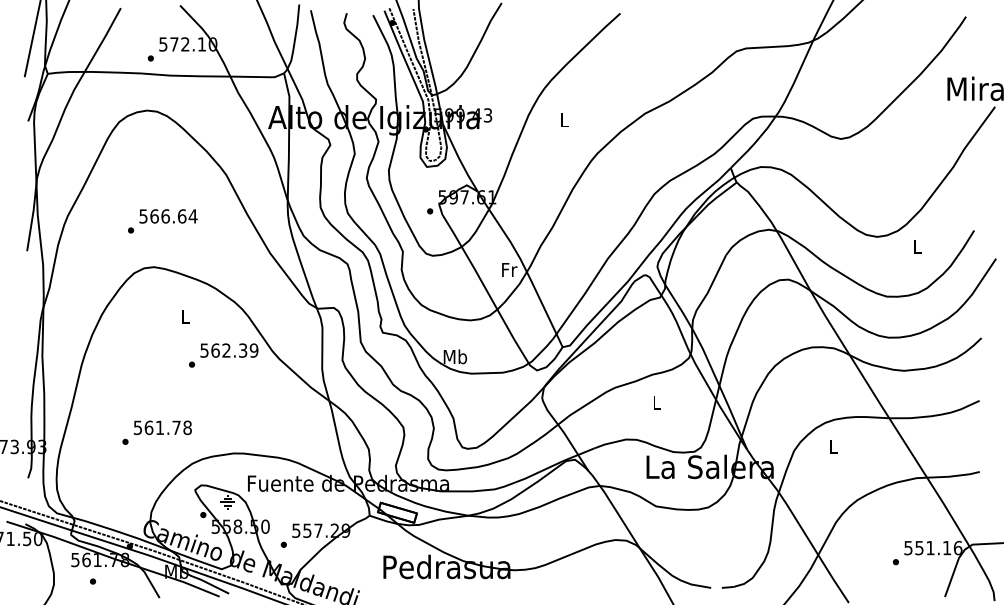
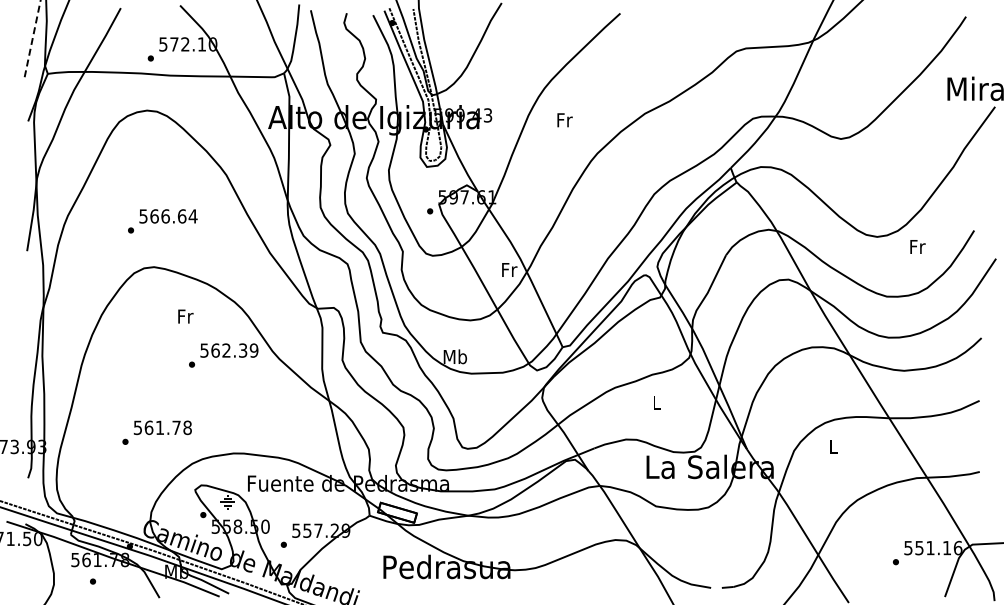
line at (32, 38): solid -> dashed
text at (564, 120): L -> Fr
text at (917, 246): L -> Fr
text at (185, 316): L -> Fr
